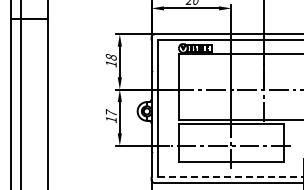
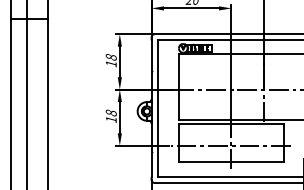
line at (20, 94) position: (20, 94) -> (26, 94)
text at (110, 112): 17 -> 18
line at (230, 176): dashed -> solid
